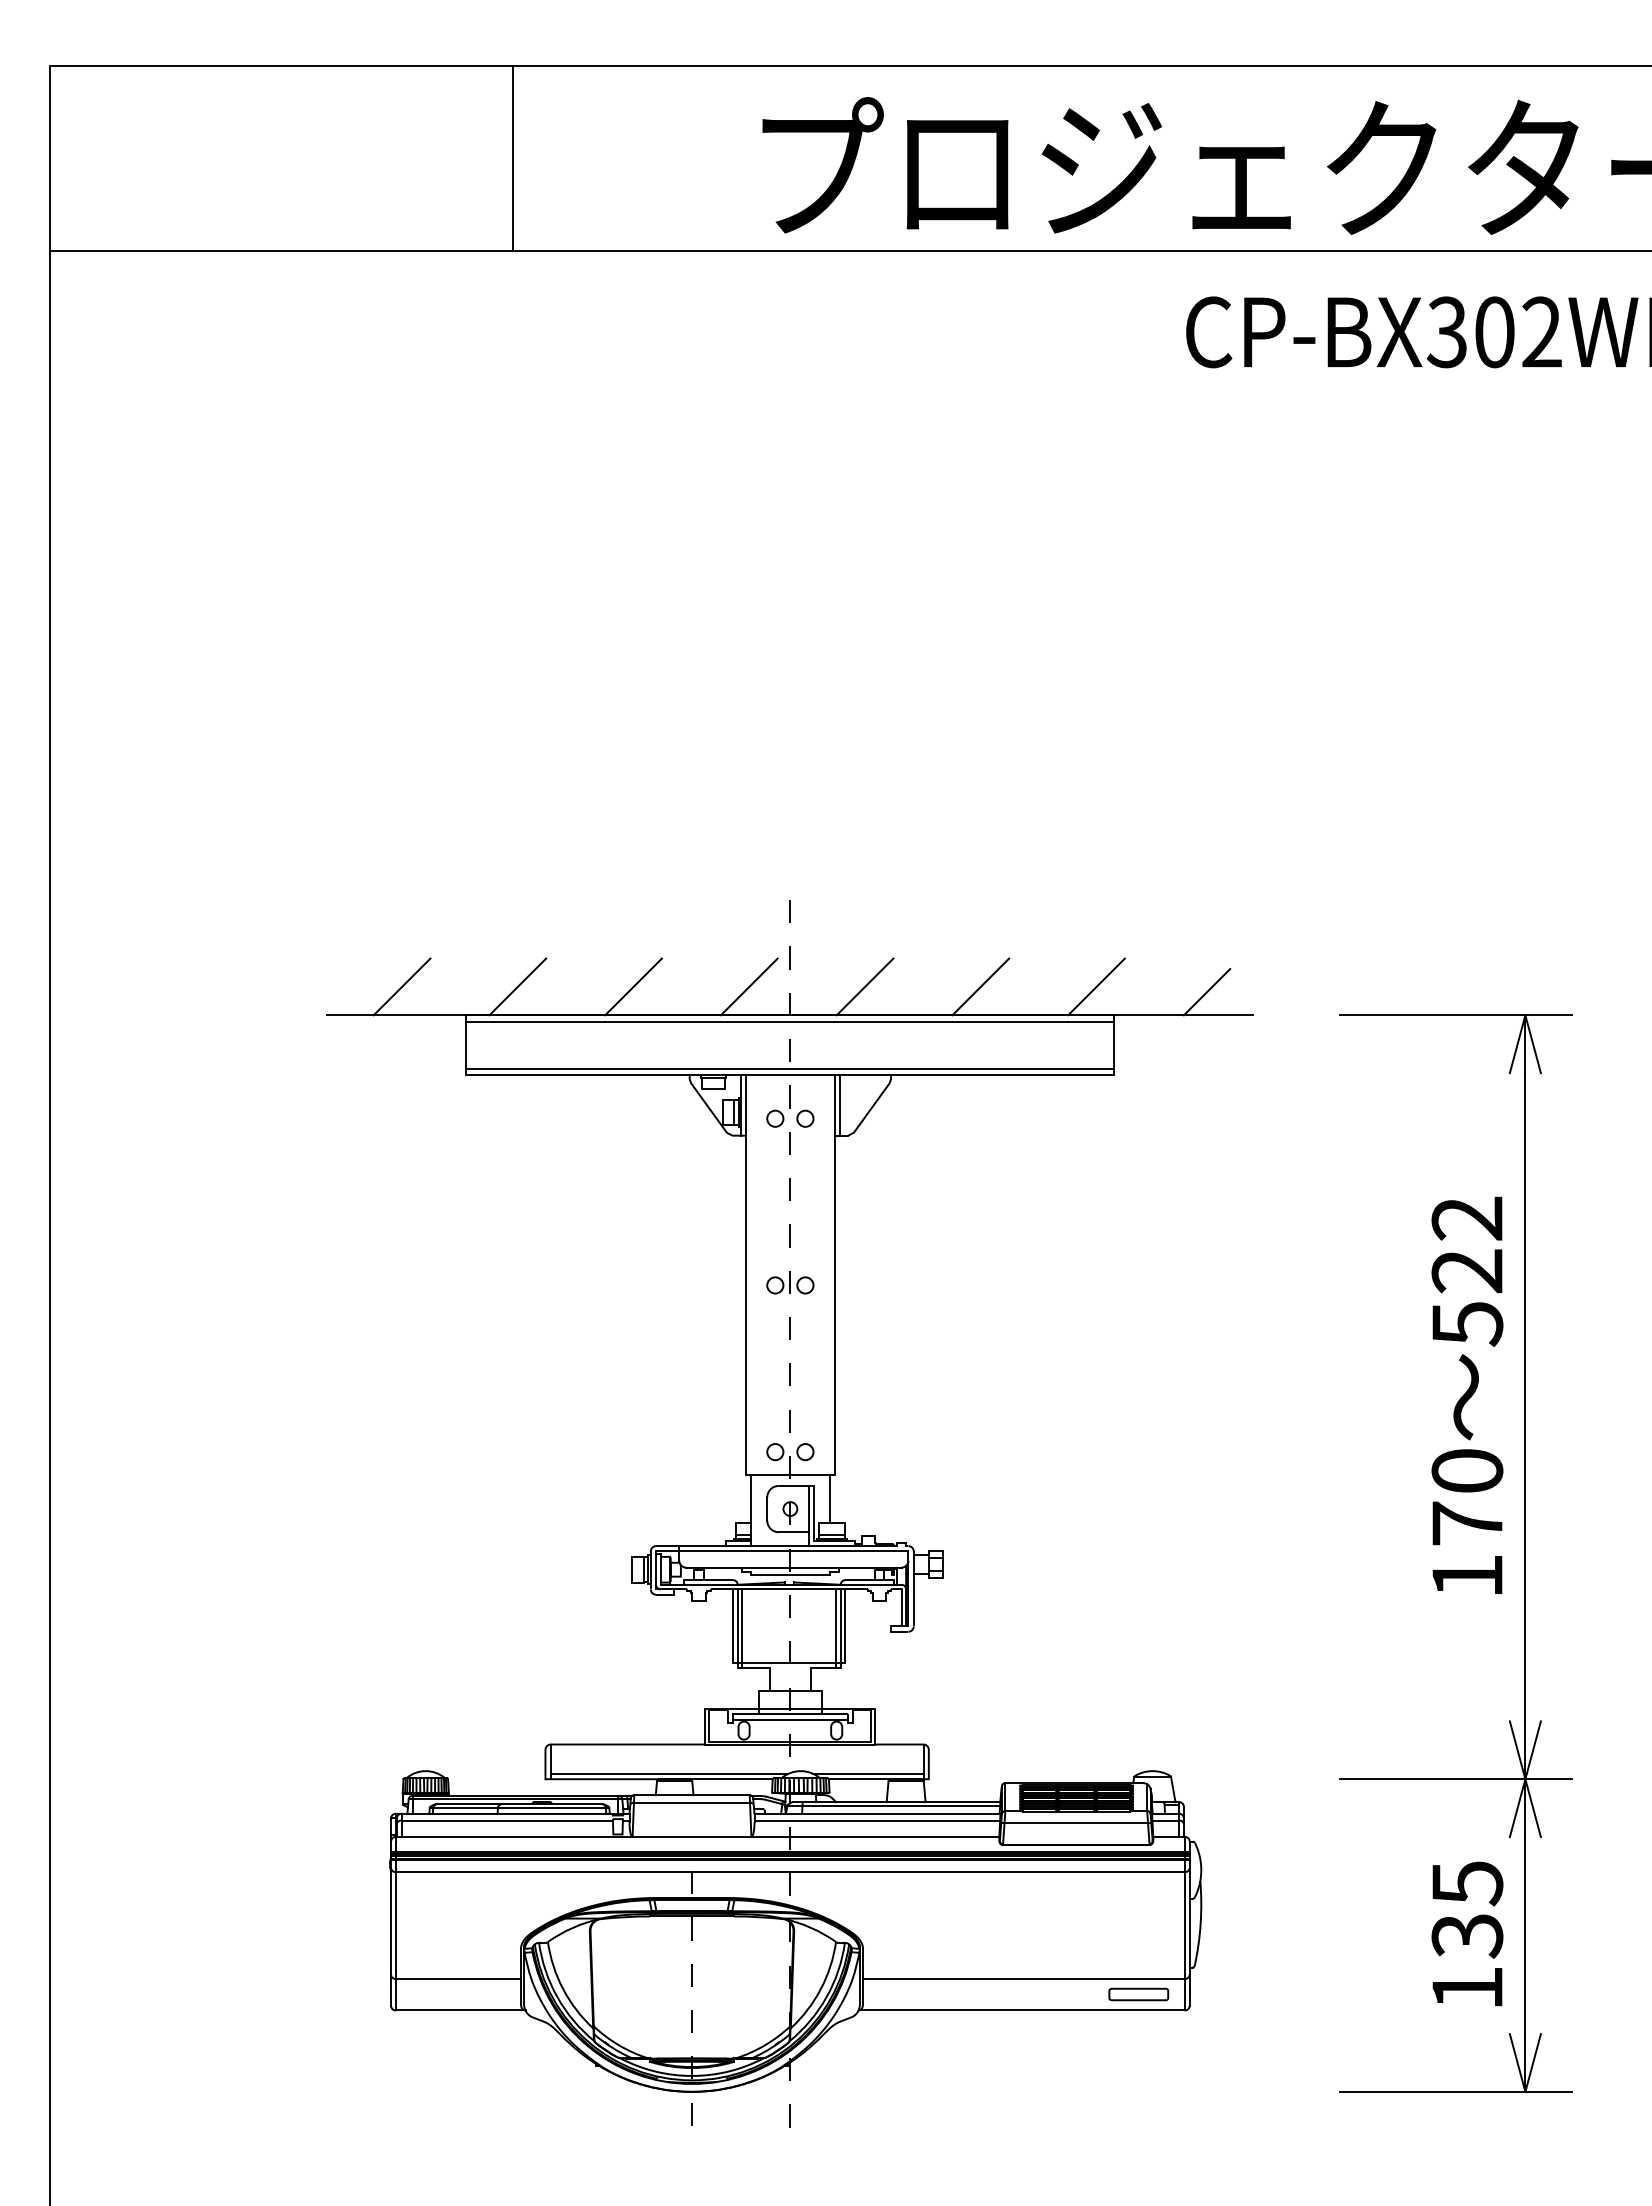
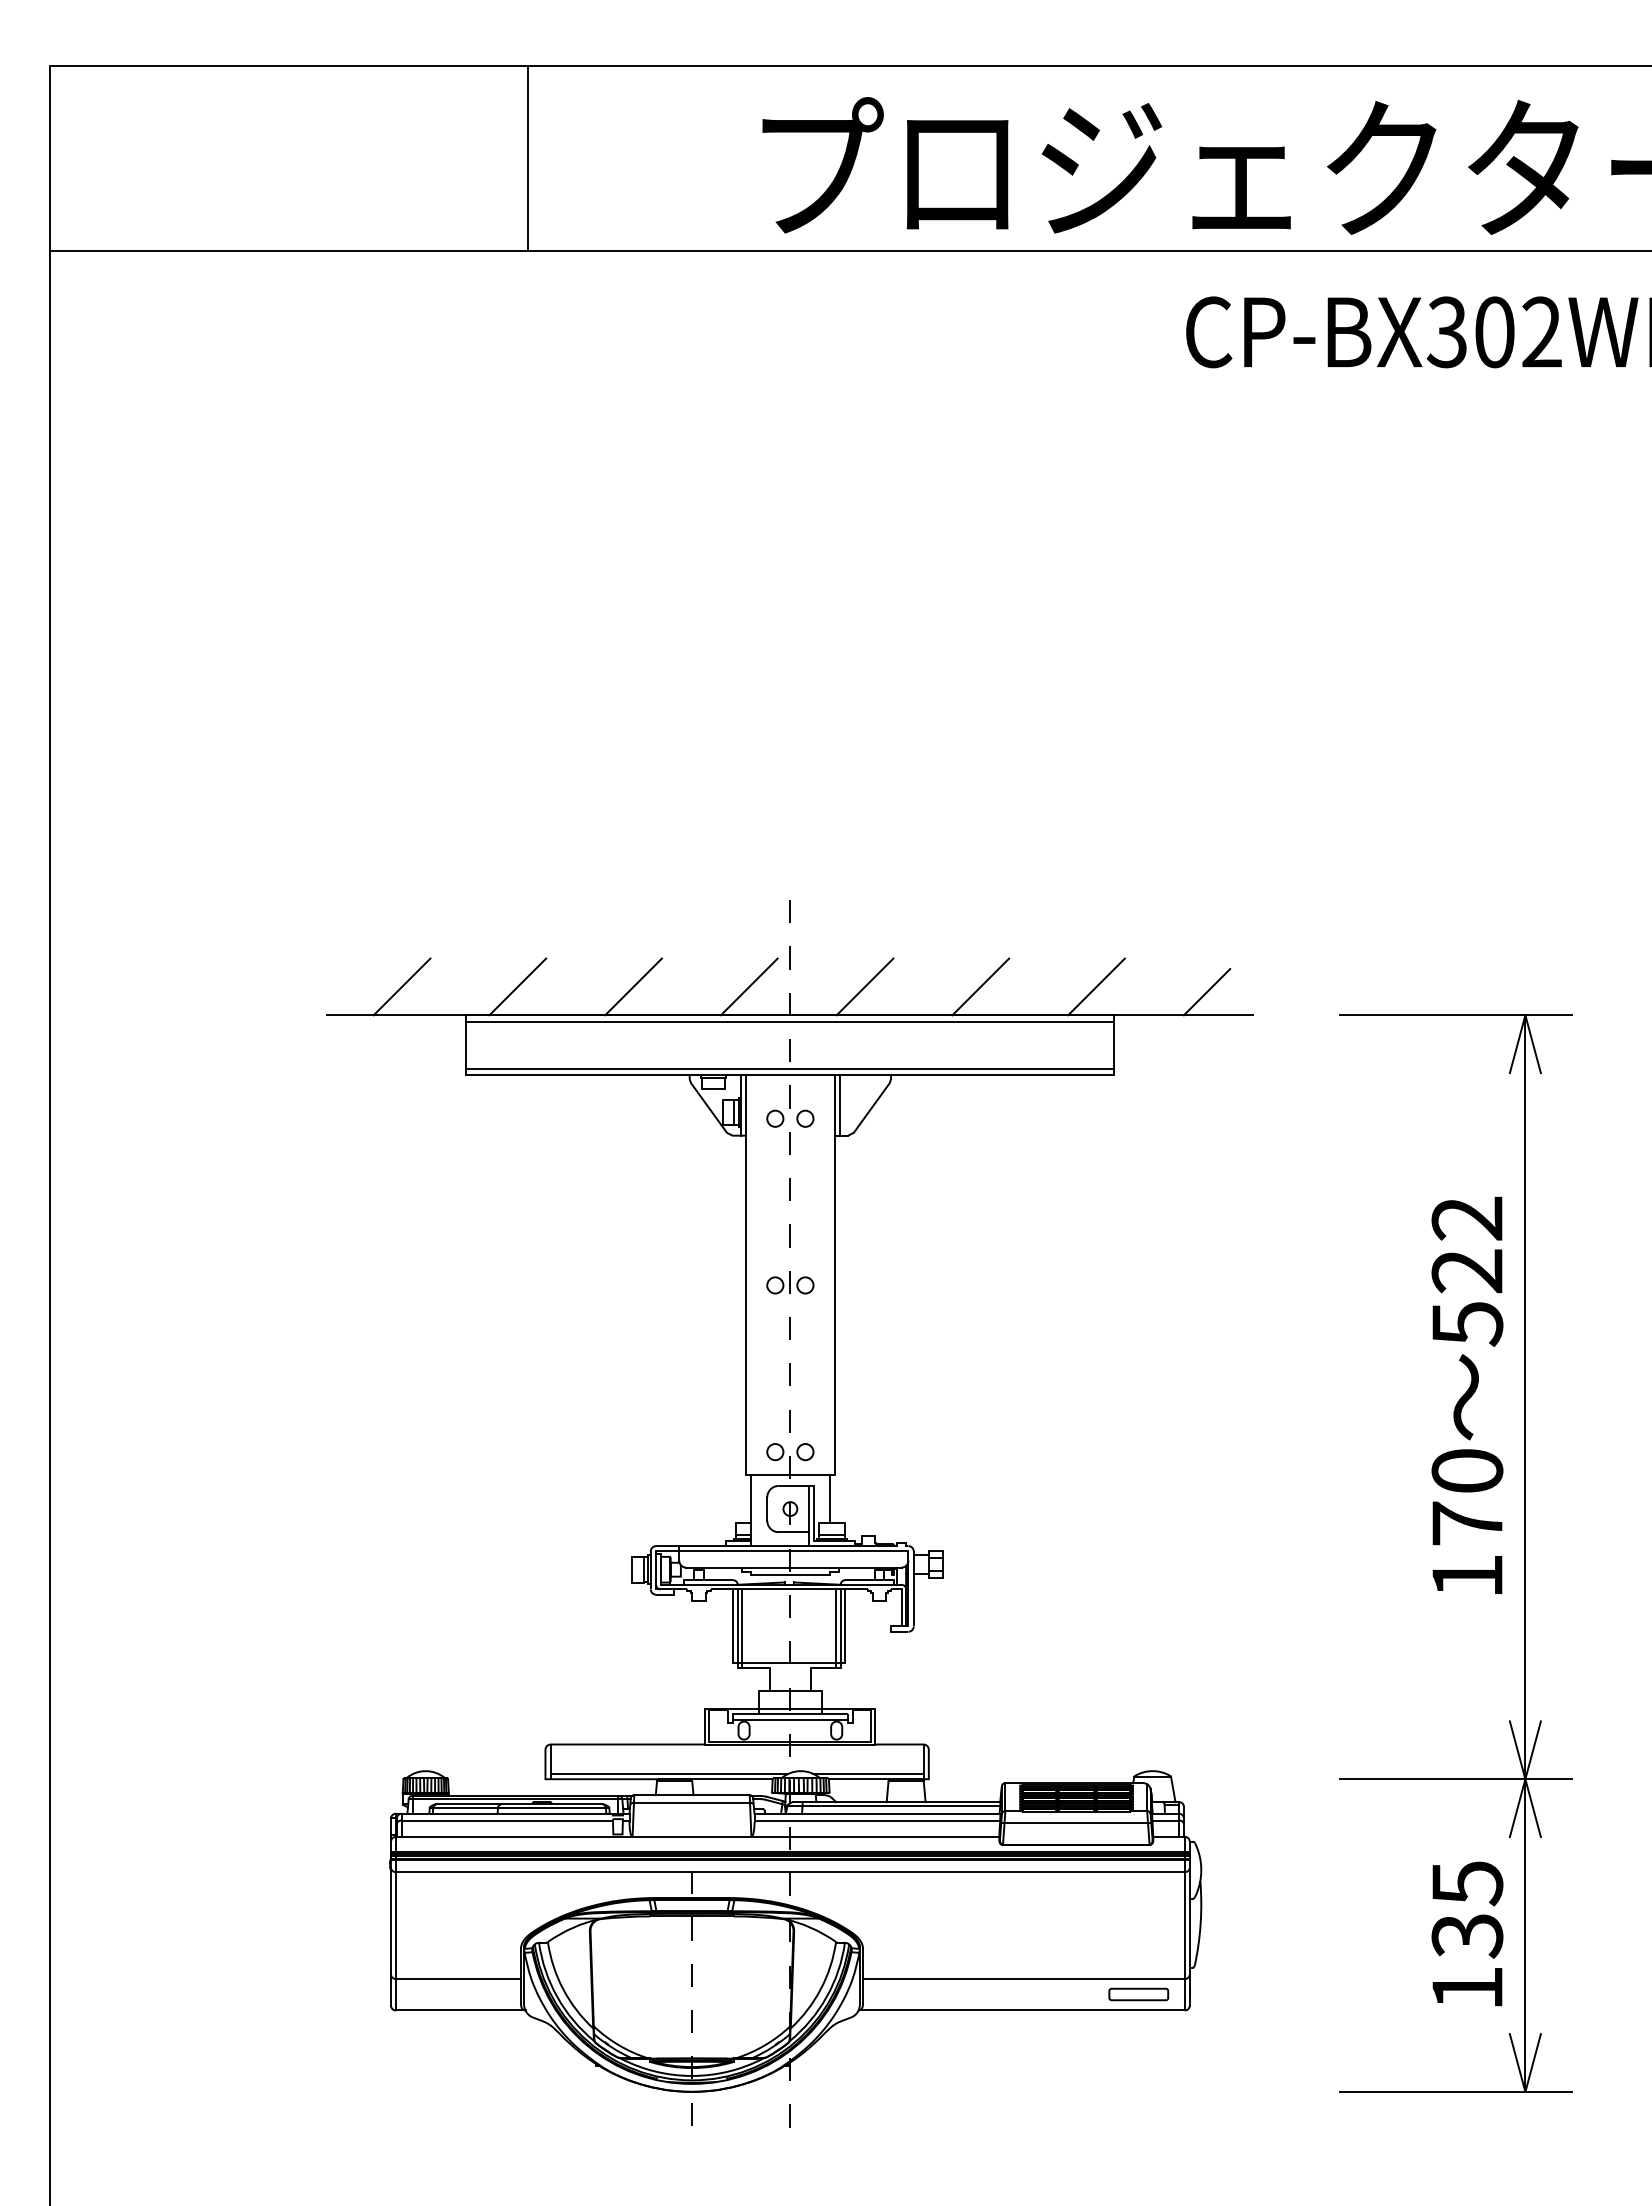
line at (512, 158) position: (512, 158) -> (527, 158)
